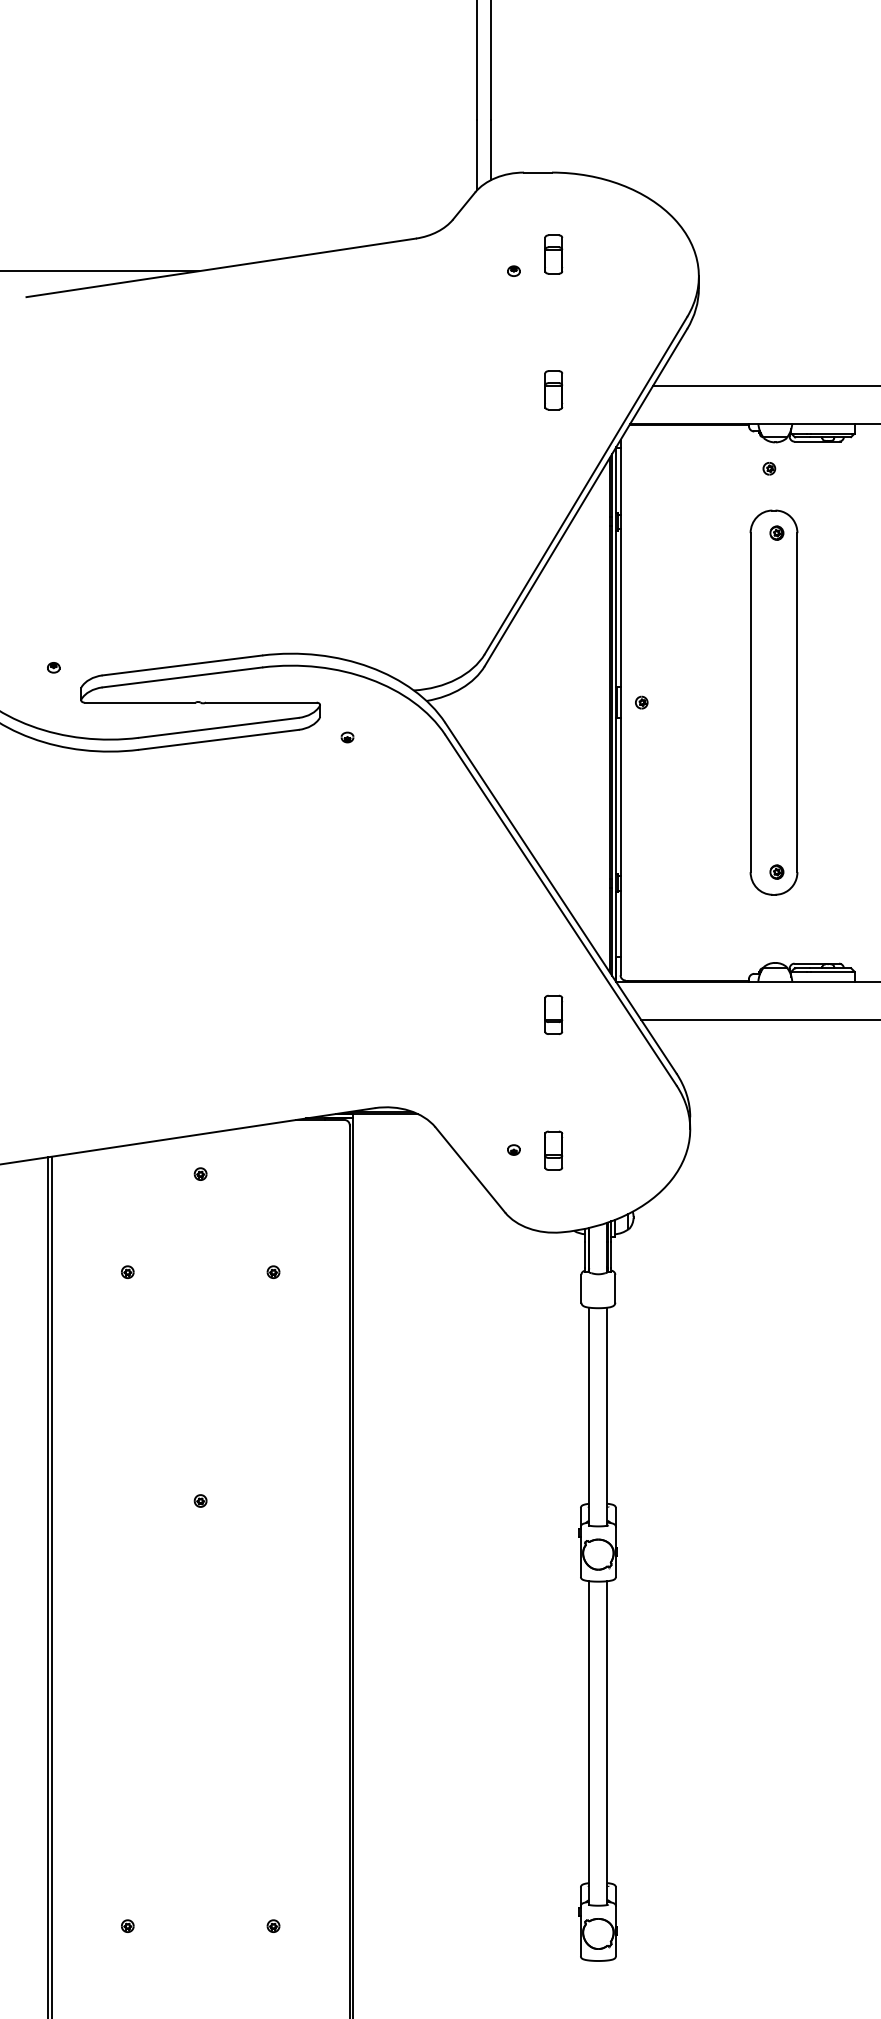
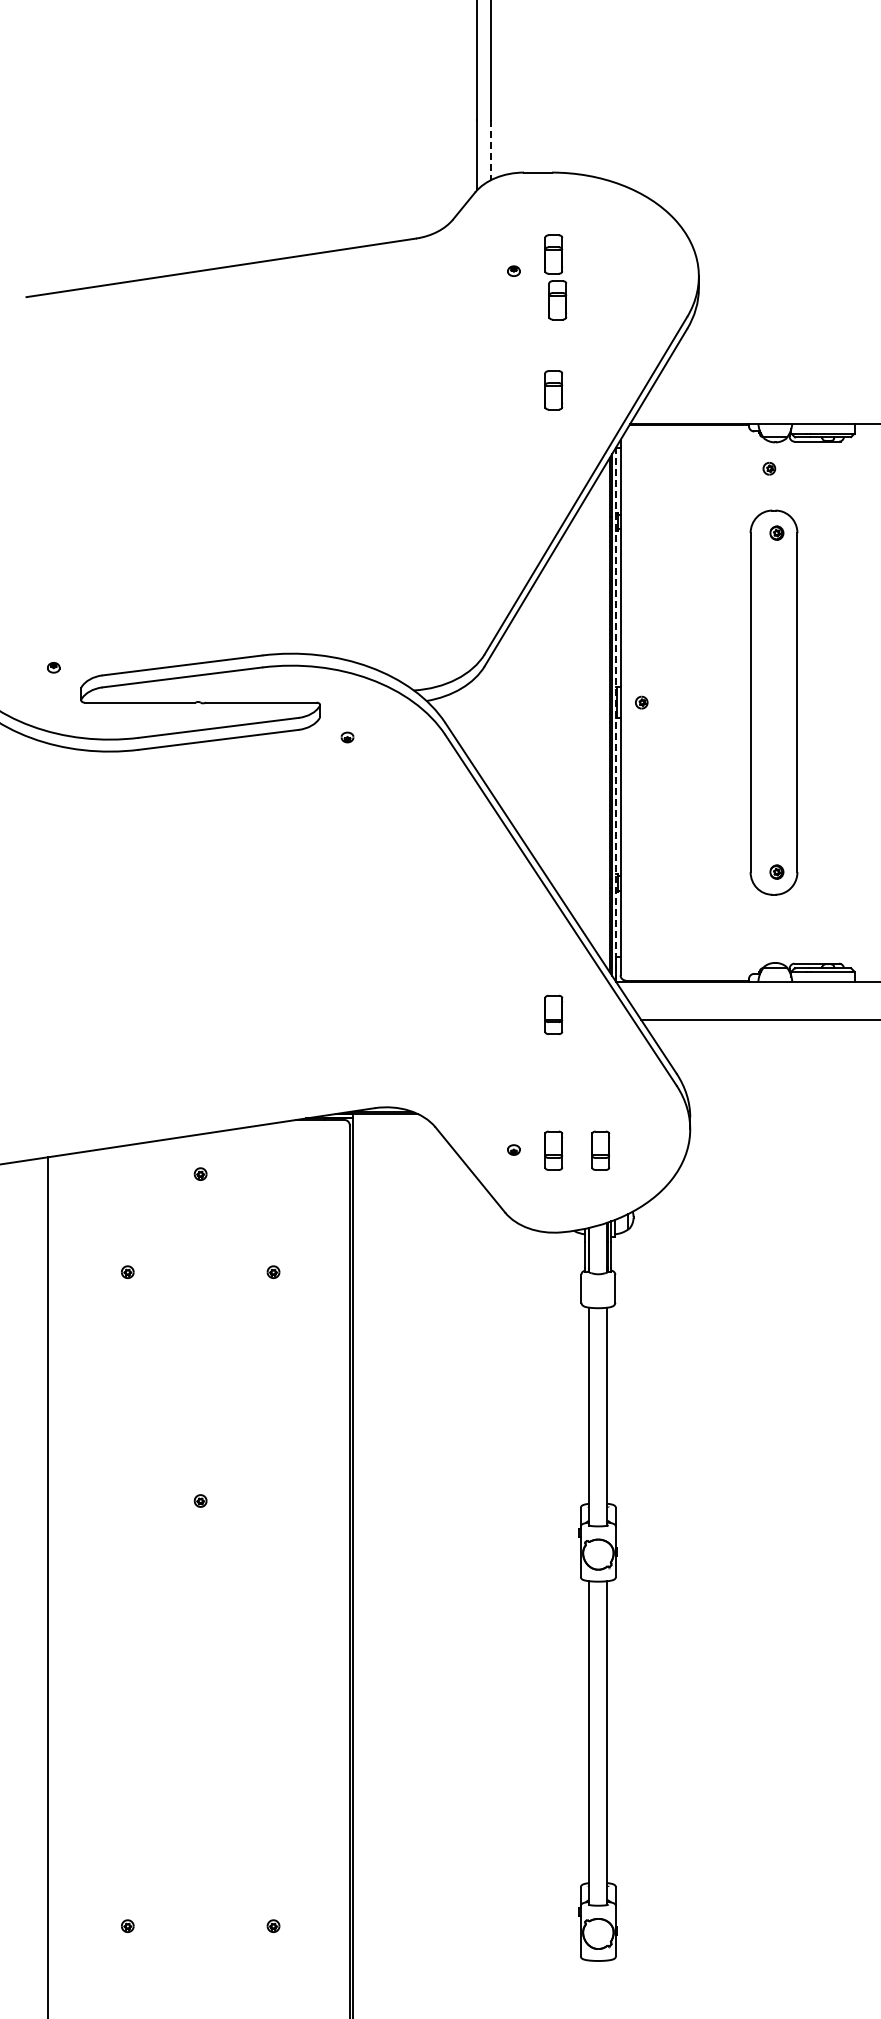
line at (491, 150): solid -> dashed
line at (100, 271): present -> none
part at (557, 300): none -> present
line at (765, 385): present -> none
line at (616, 714): solid -> dashed
part at (600, 1150): none -> present
line at (51, 1585): present -> none
